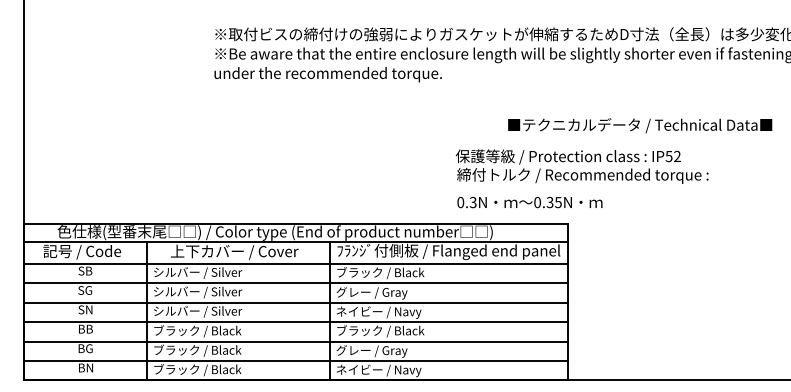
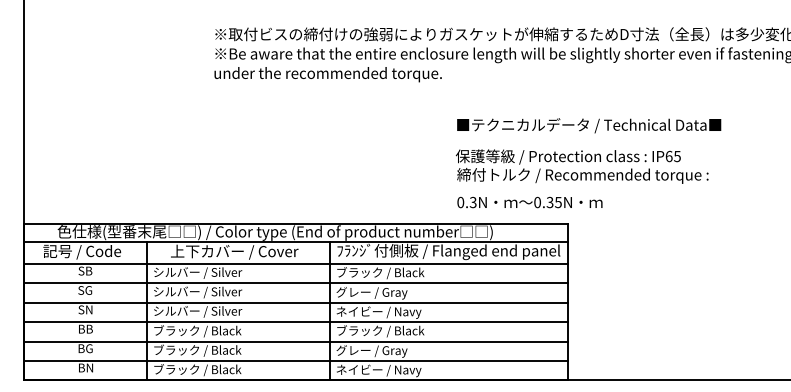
text at (640, 125) position: (640, 125) -> (589, 125)
text at (672, 156): IP52 -> IP65
